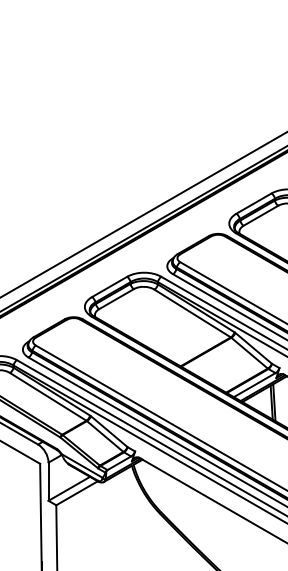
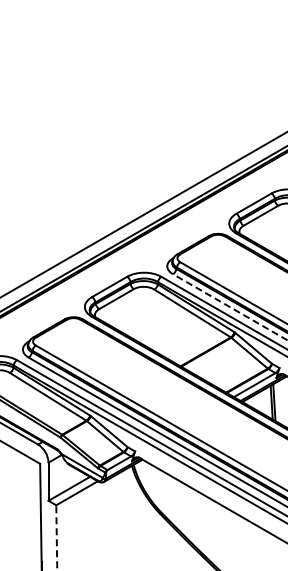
line at (230, 307): solid -> dashed
line at (56, 537): solid -> dashed
